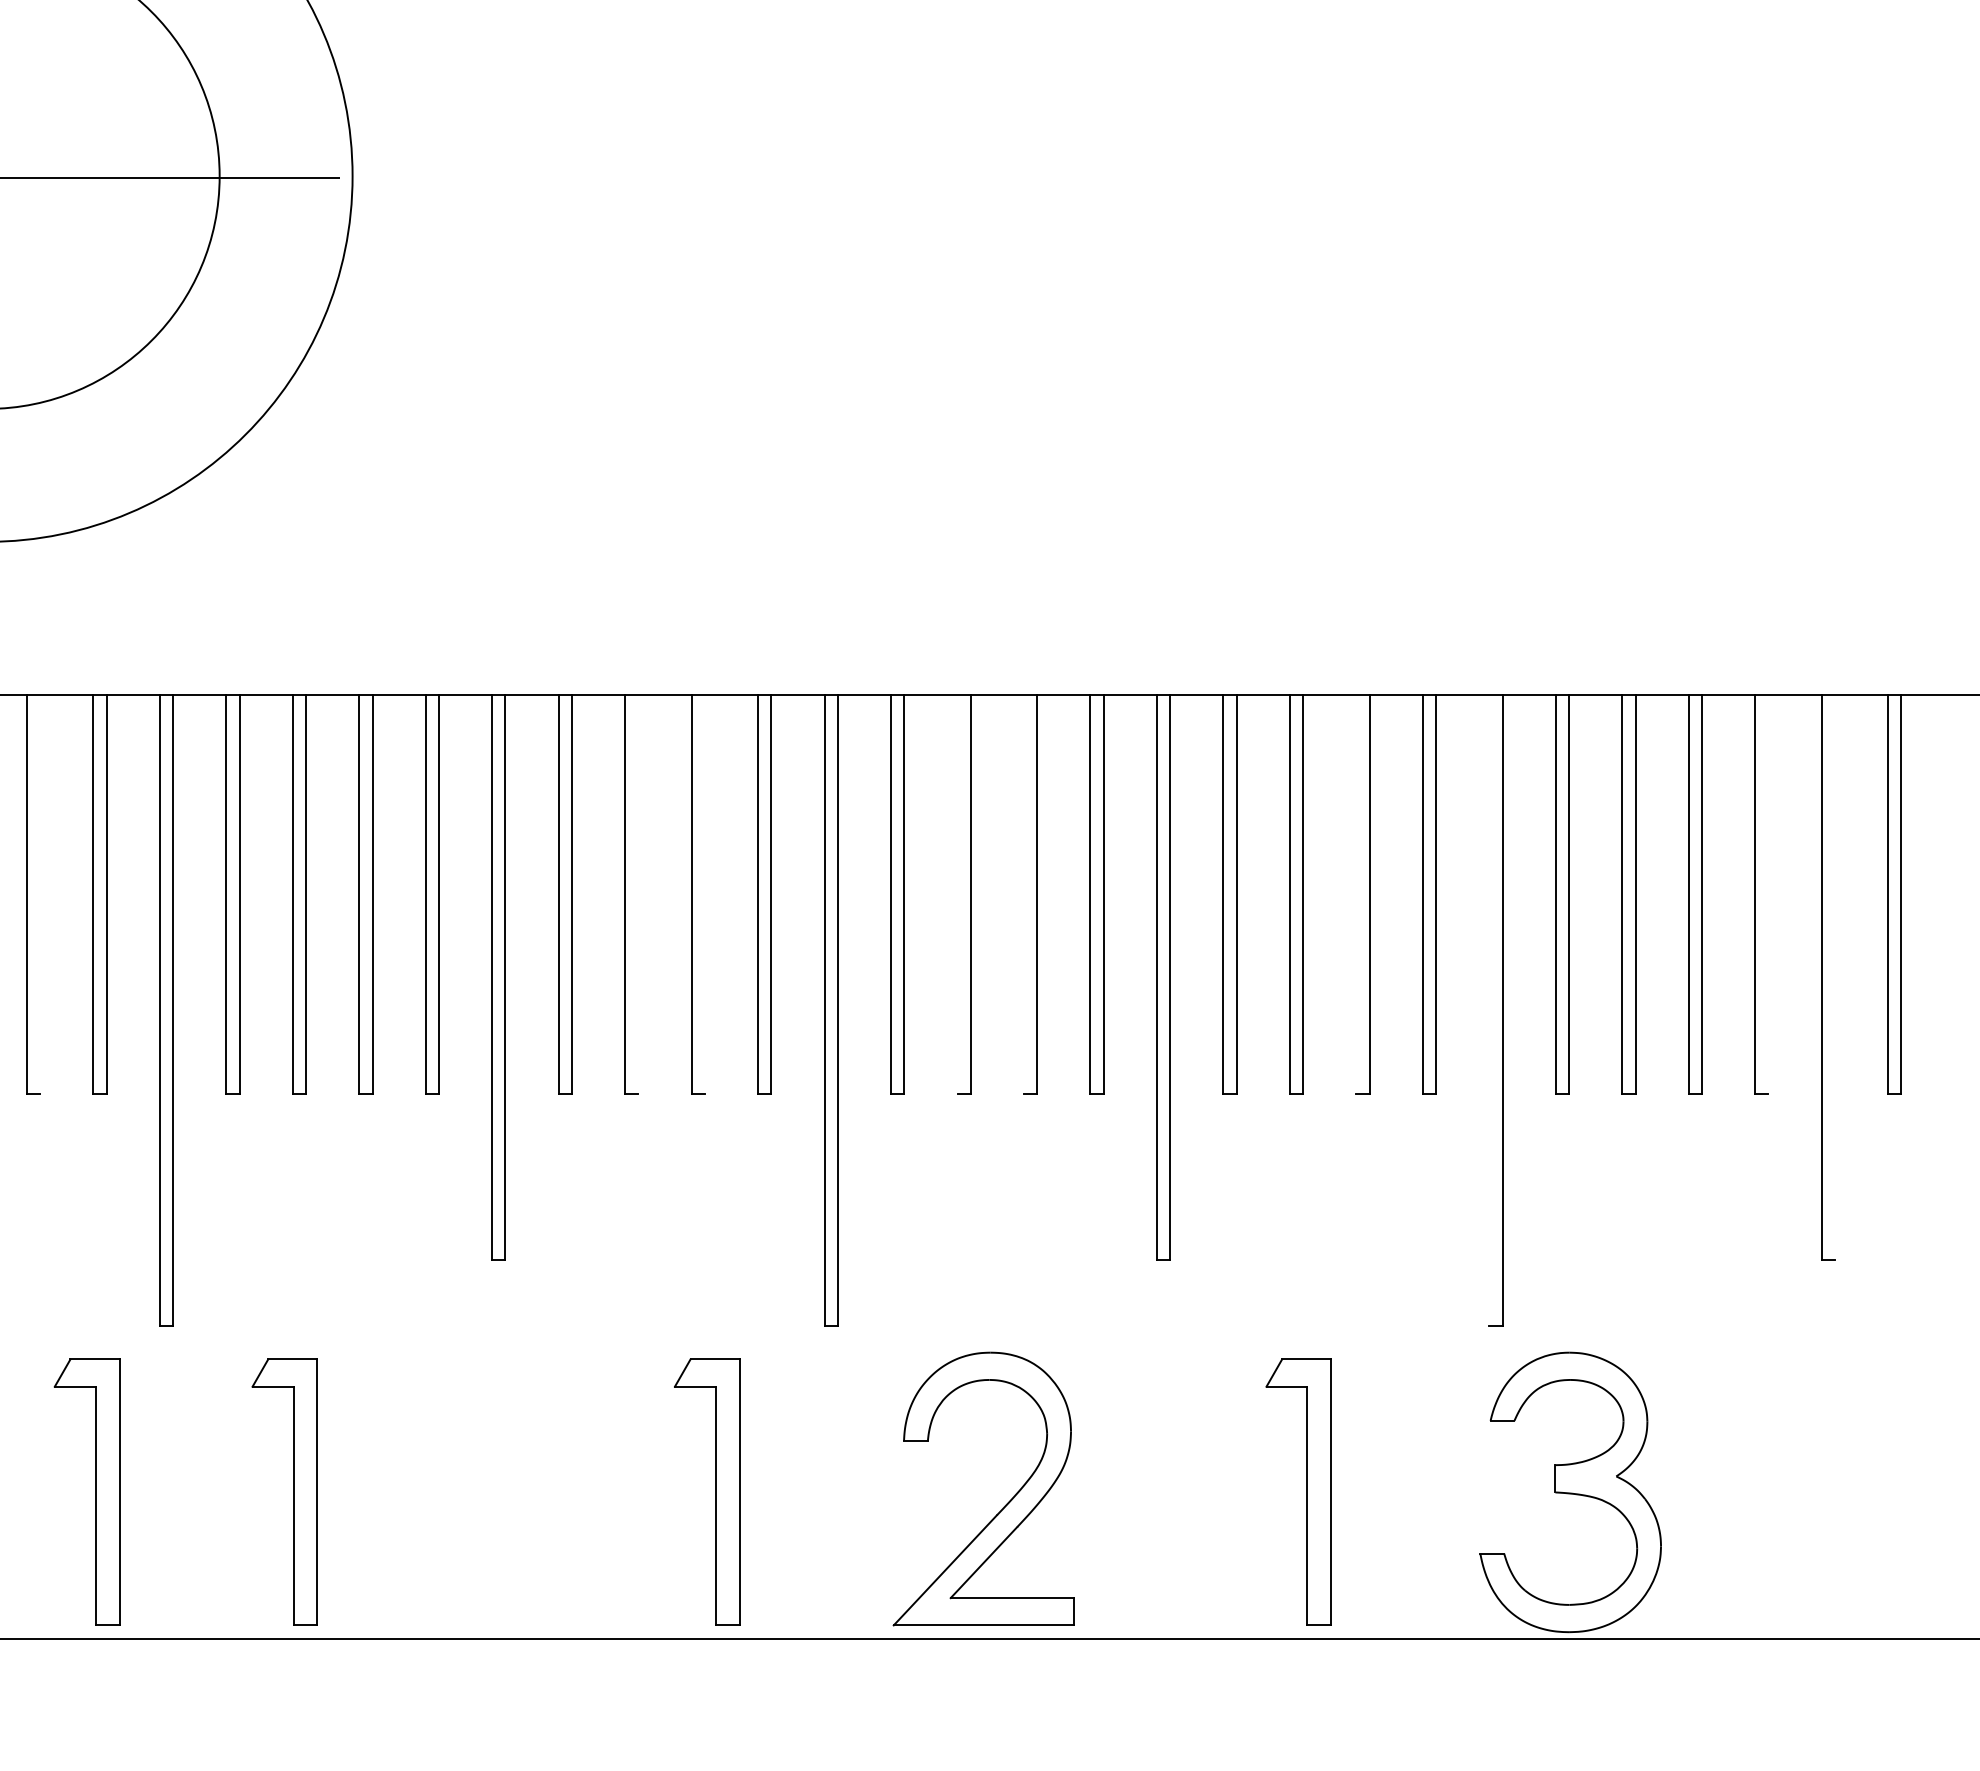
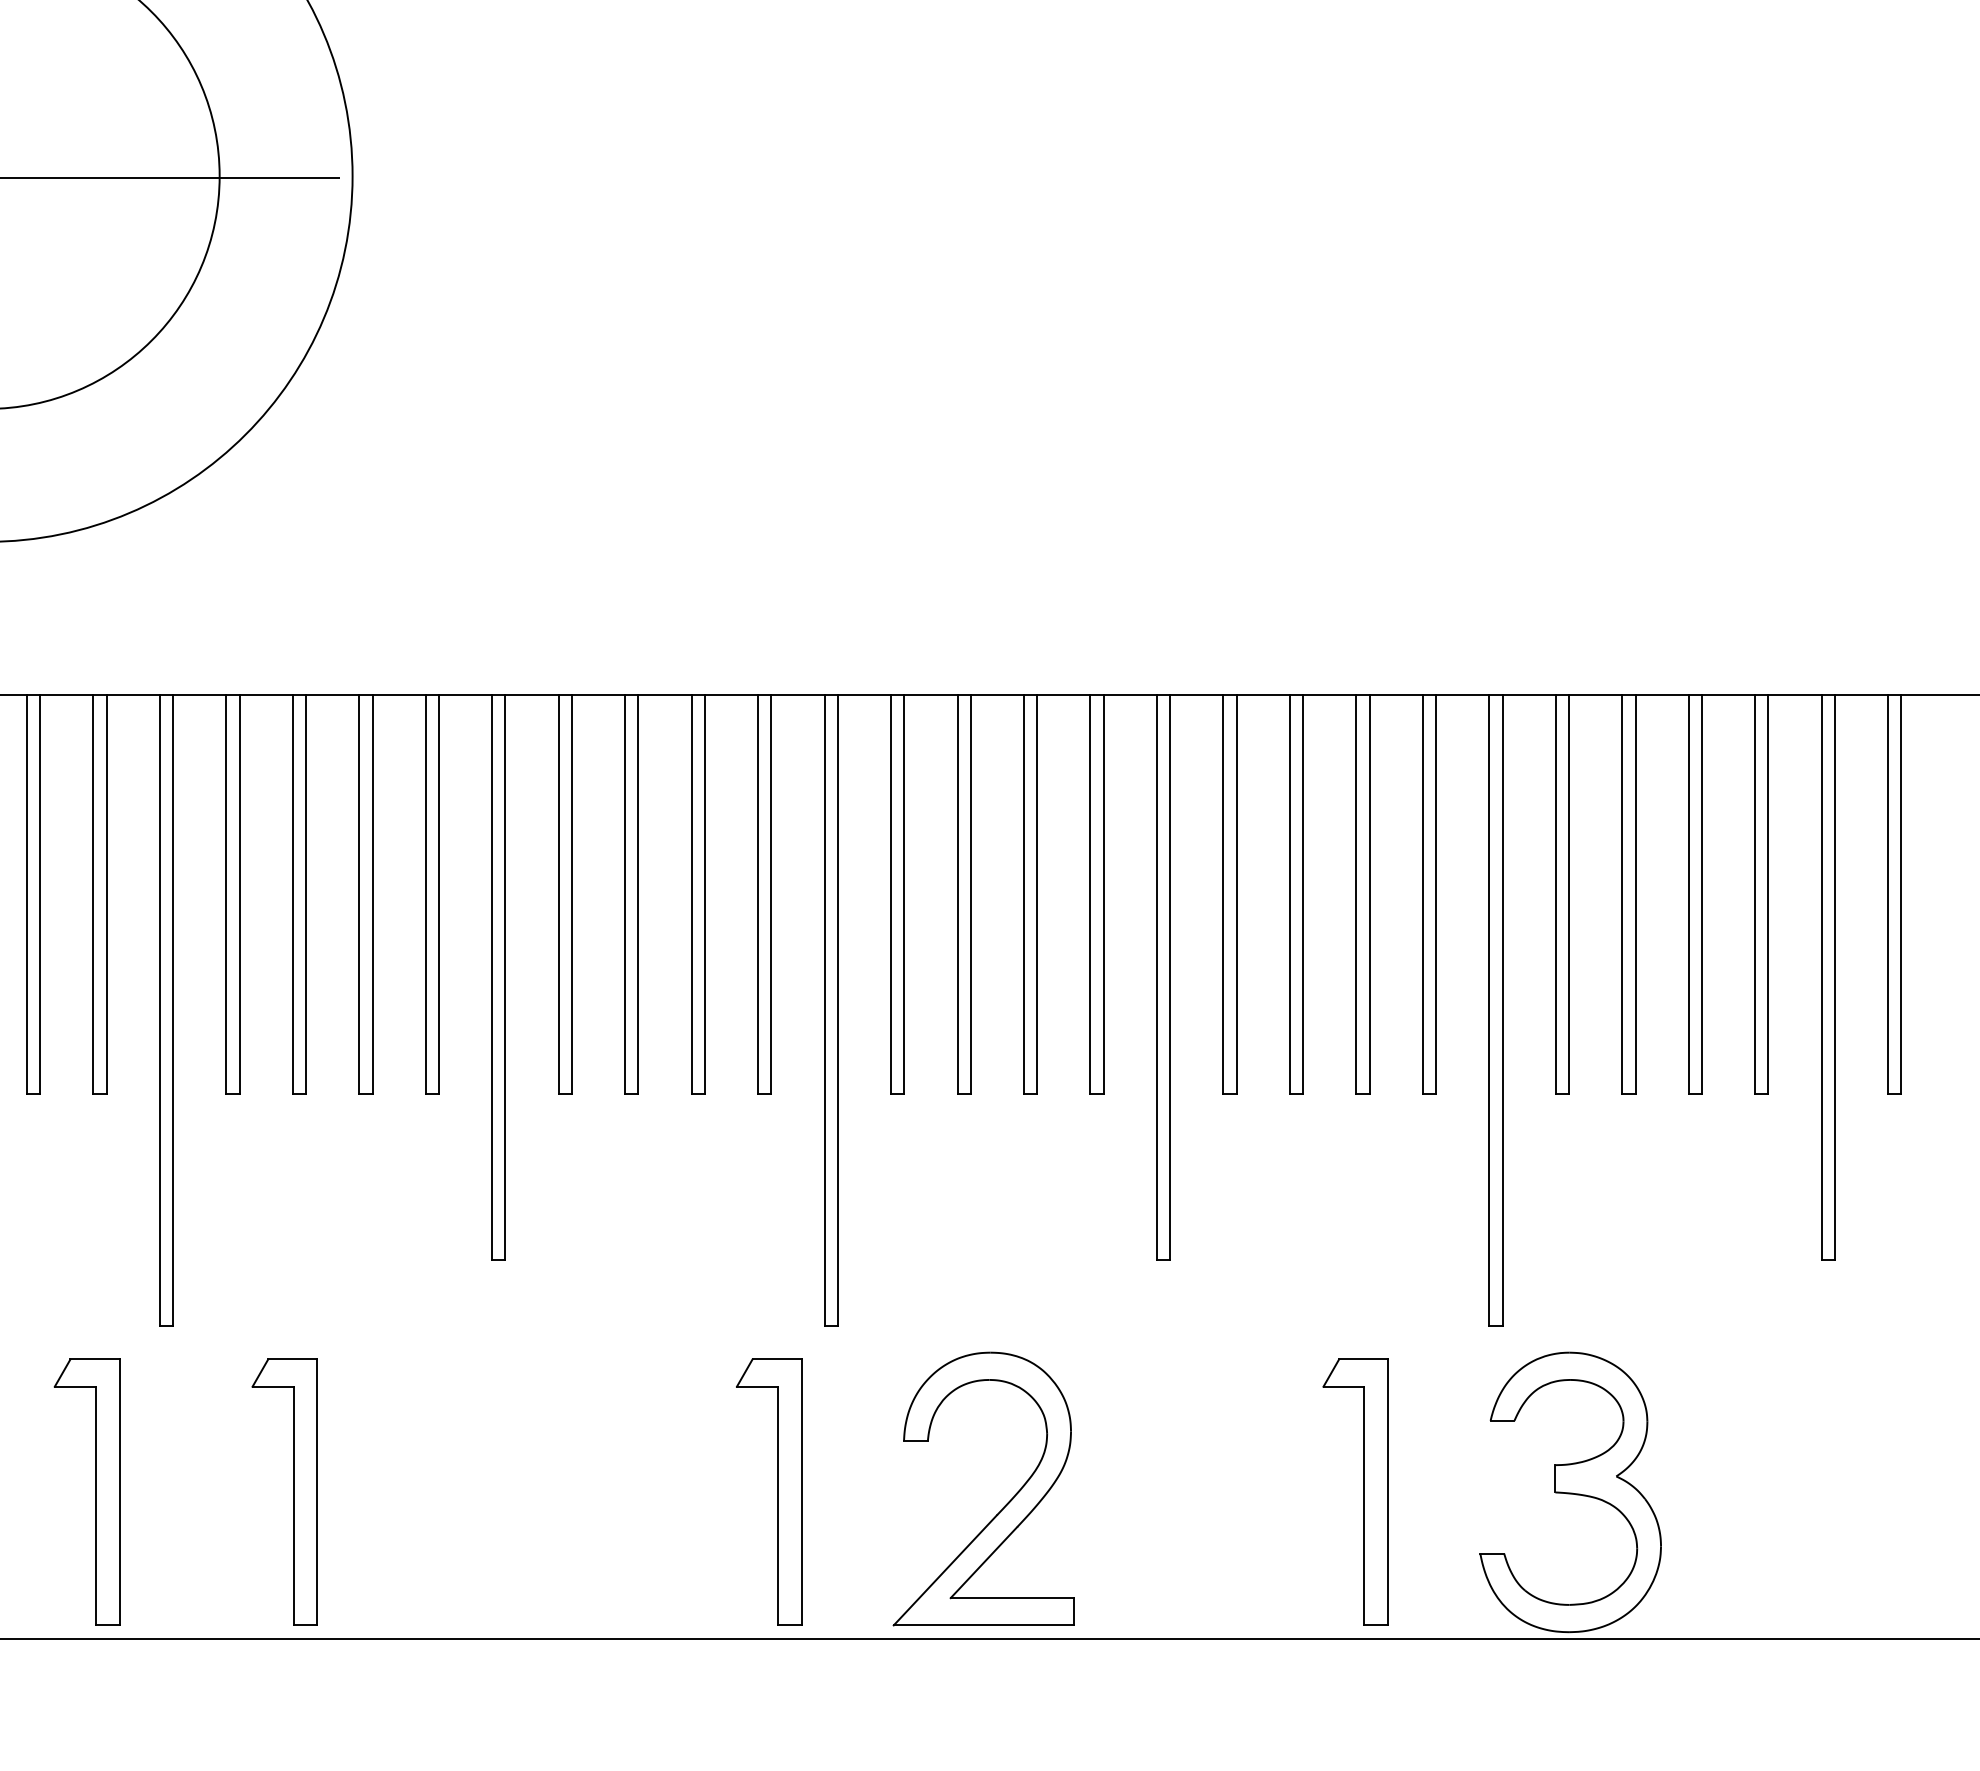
line at (40, 893): none -> present
line at (638, 893): none -> present
line at (704, 893): none -> present
line at (957, 893): none -> present
line at (1023, 893): none -> present
line at (1356, 893): none -> present
line at (1768, 893): none -> present
line at (1834, 976): none -> present
line at (1489, 1010): none -> present
part at (715, 1491) position: (715, 1491) -> (777, 1491)
part at (1306, 1491) position: (1306, 1491) -> (1363, 1491)
